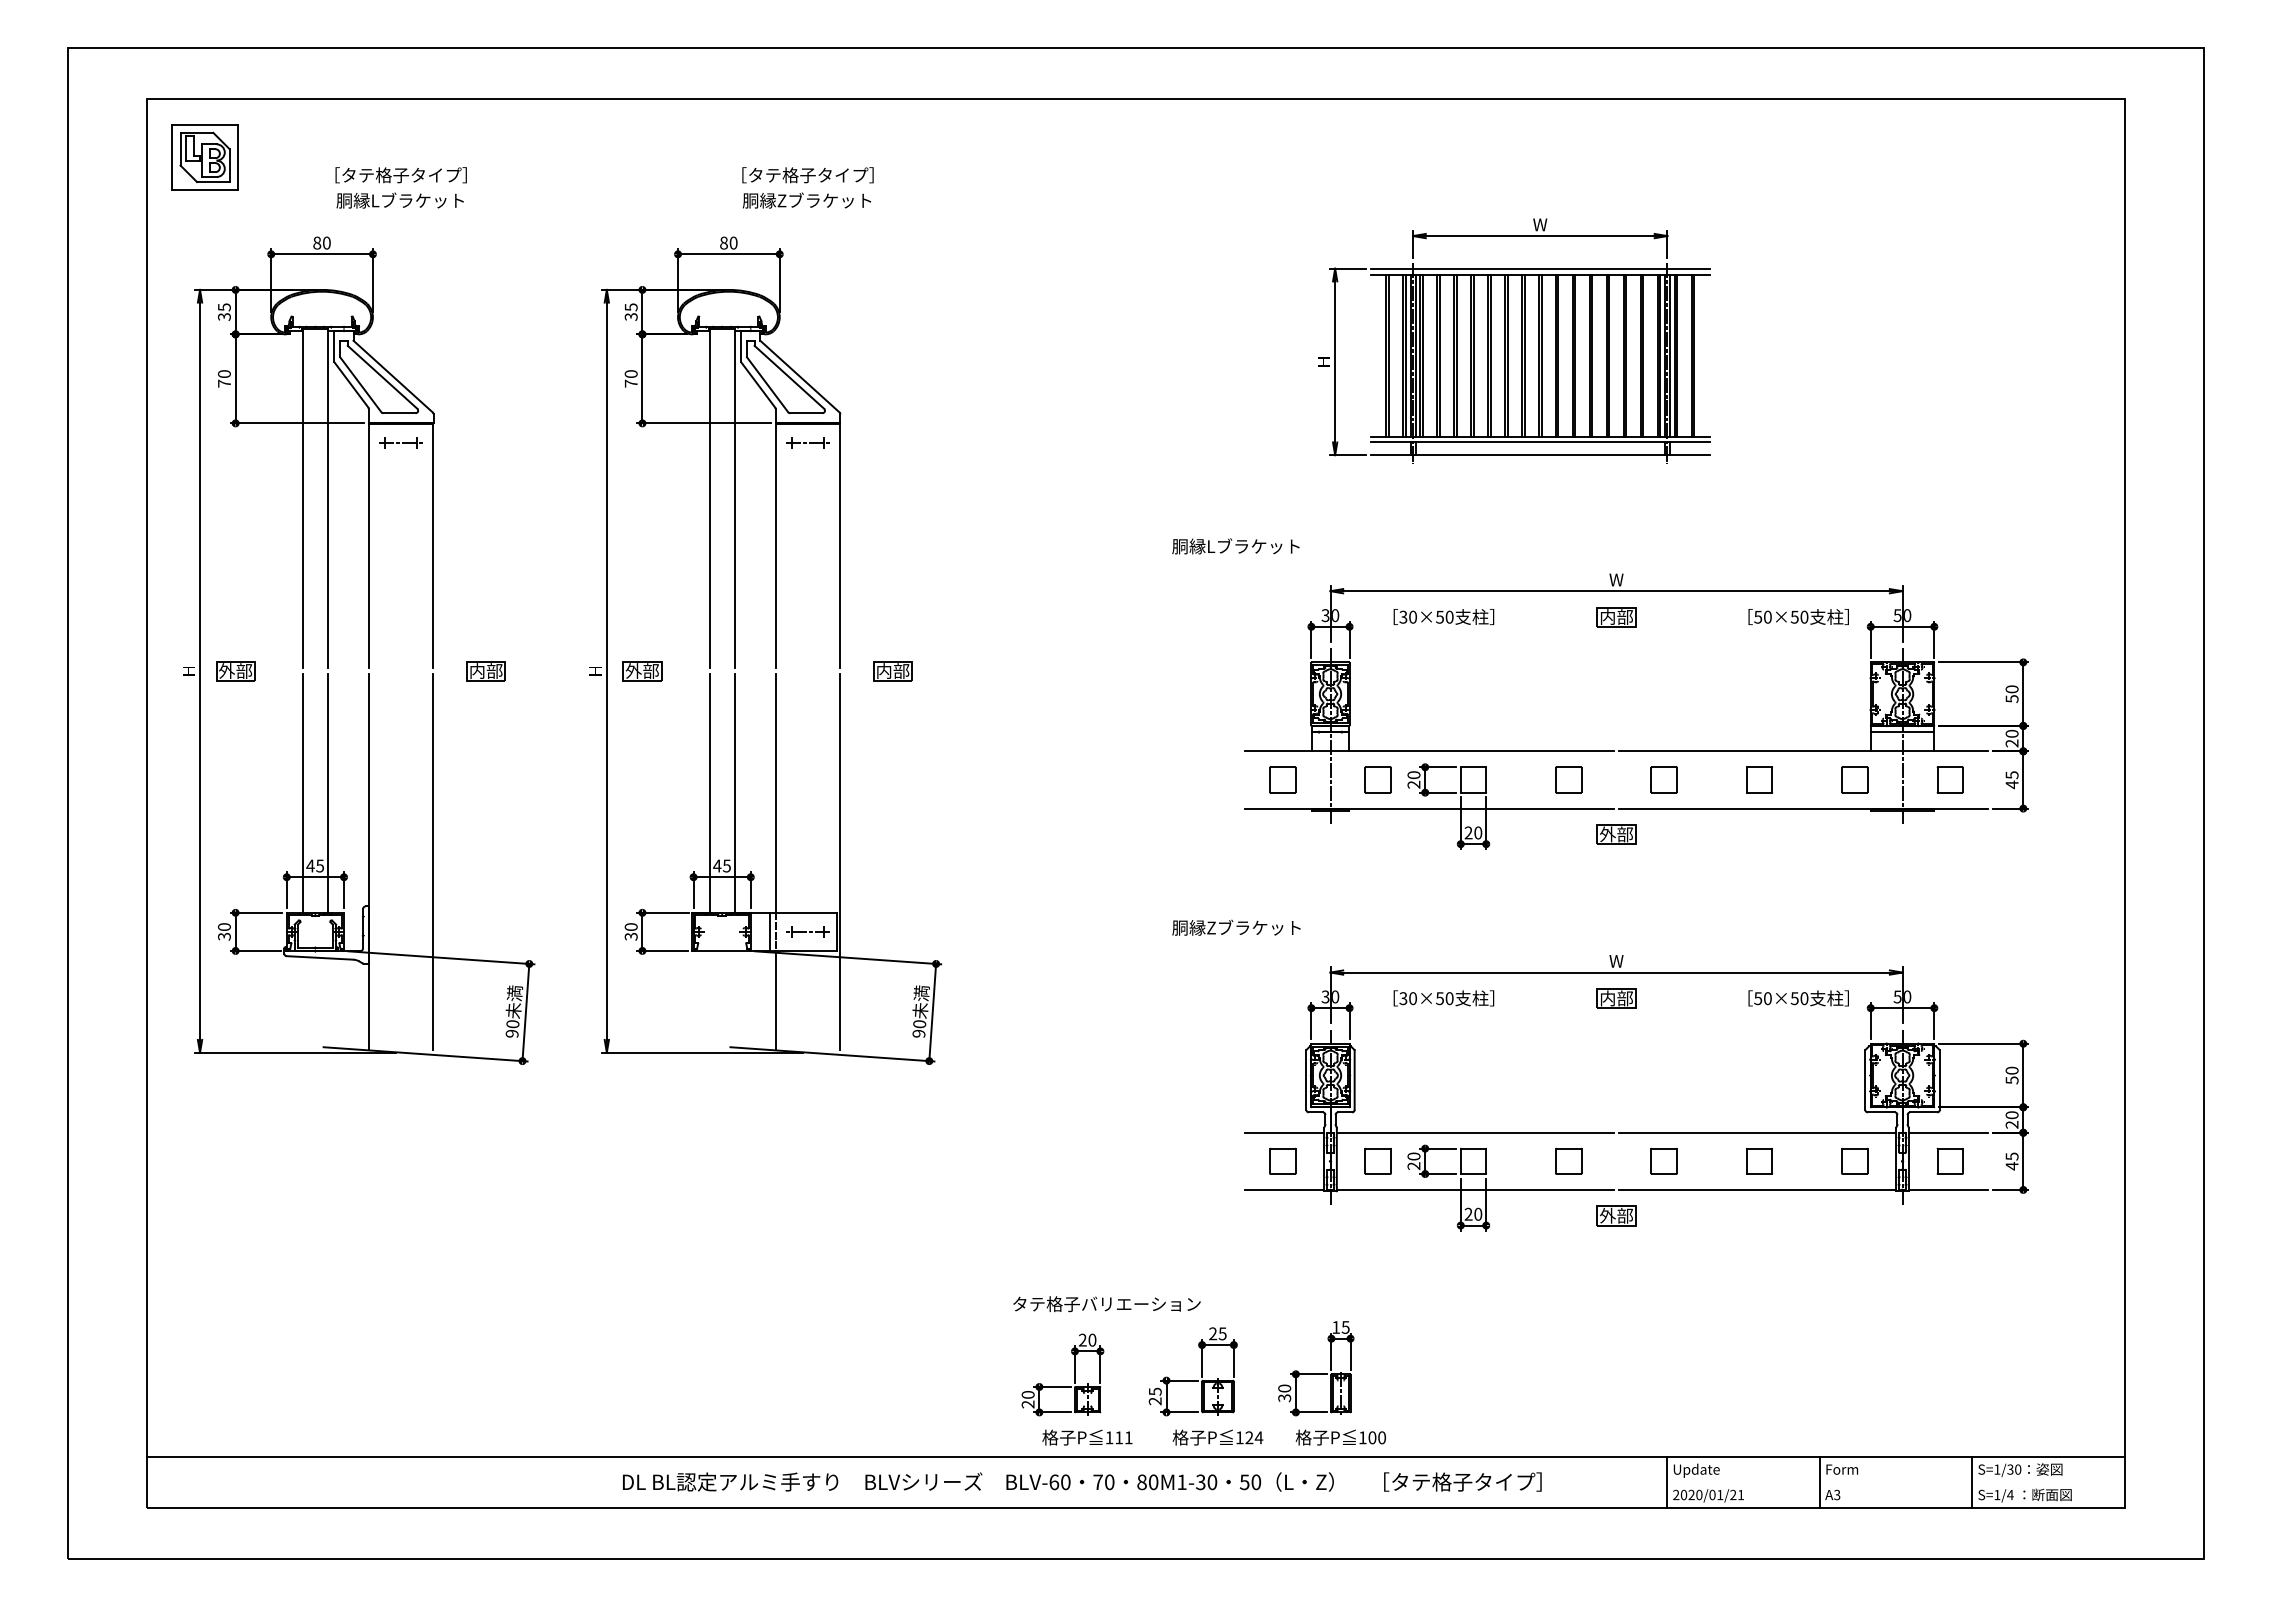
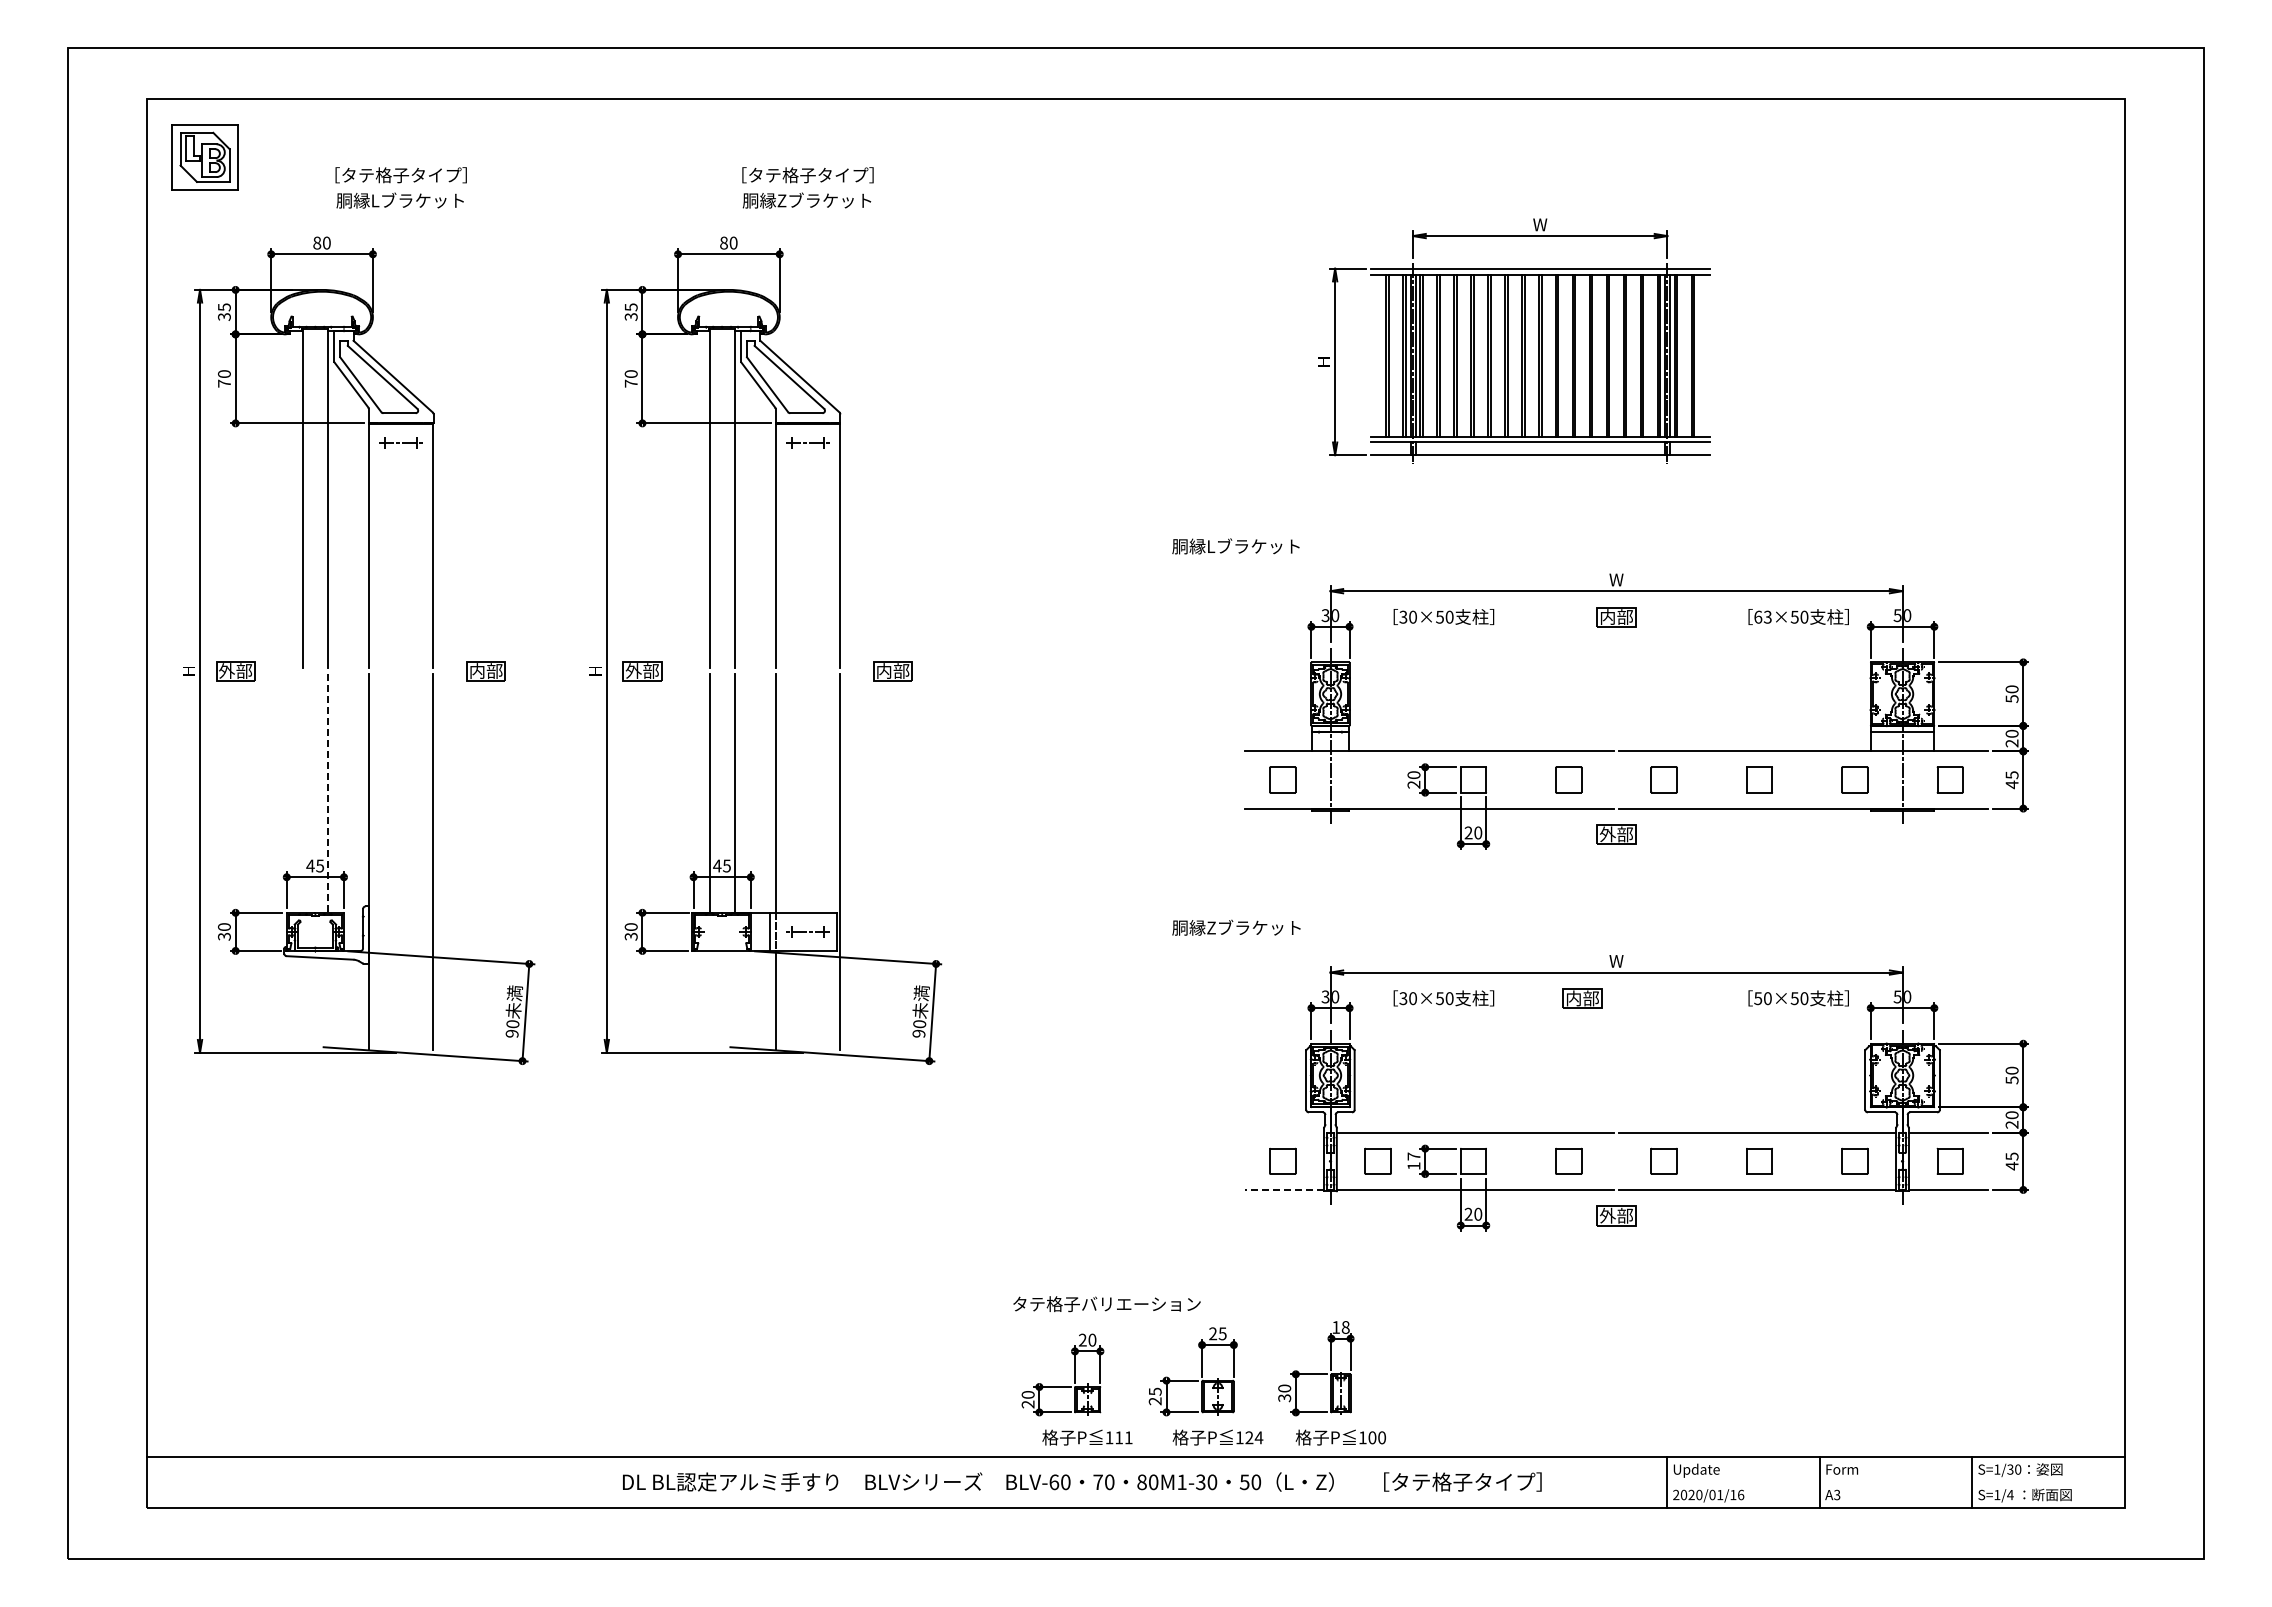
text at (1762, 616): 50×50 -> 63×50
part at (1377, 779): present -> none
line at (302, 793): present -> none
line at (328, 794): solid -> dashed
part at (1616, 998) position: (1616, 998) -> (1582, 998)
line at (1284, 1132): present -> none
text at (1413, 1161): 20 -> 17
line at (1284, 1189): solid -> dashed
text at (1345, 1327): 15 -> 18
text at (1737, 1494): 2020/01/21 -> 2020/01/16
